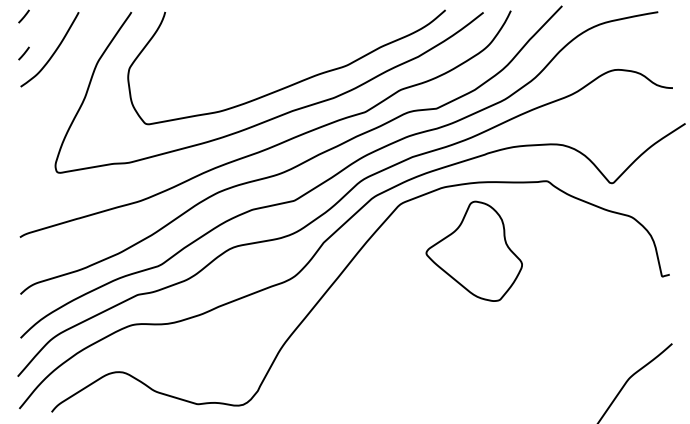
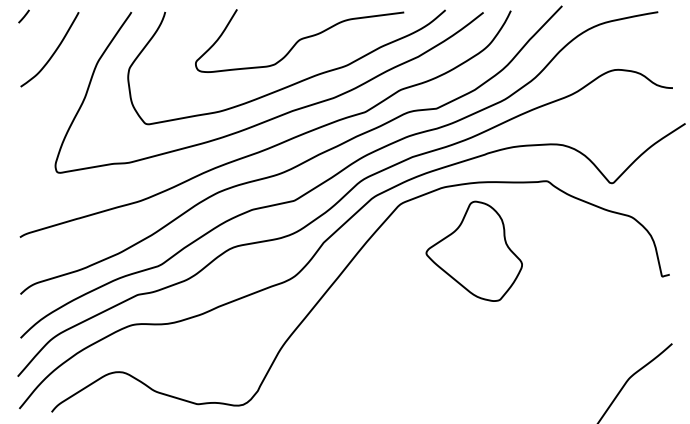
curve at (299, 40): none -> present
line at (23, 53): present -> none
